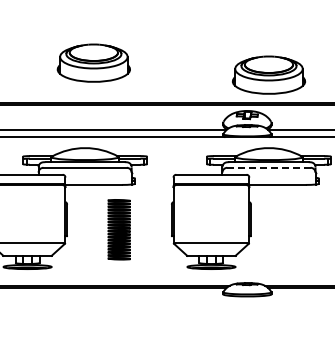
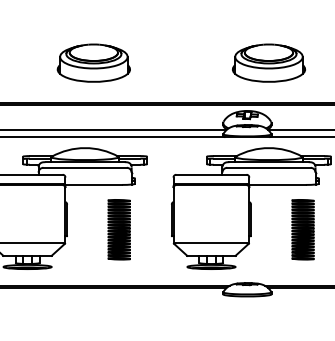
part at (268, 74) position: (268, 74) -> (268, 62)
line at (268, 167): dashed -> solid
part at (302, 229): none -> present
